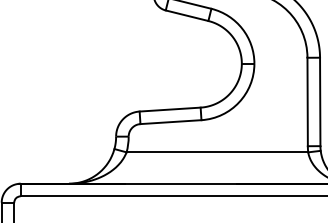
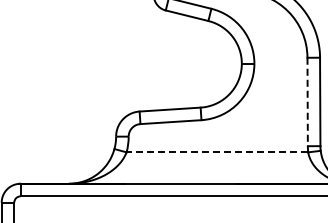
line at (307, 102): solid -> dashed
line at (217, 152): solid -> dashed
